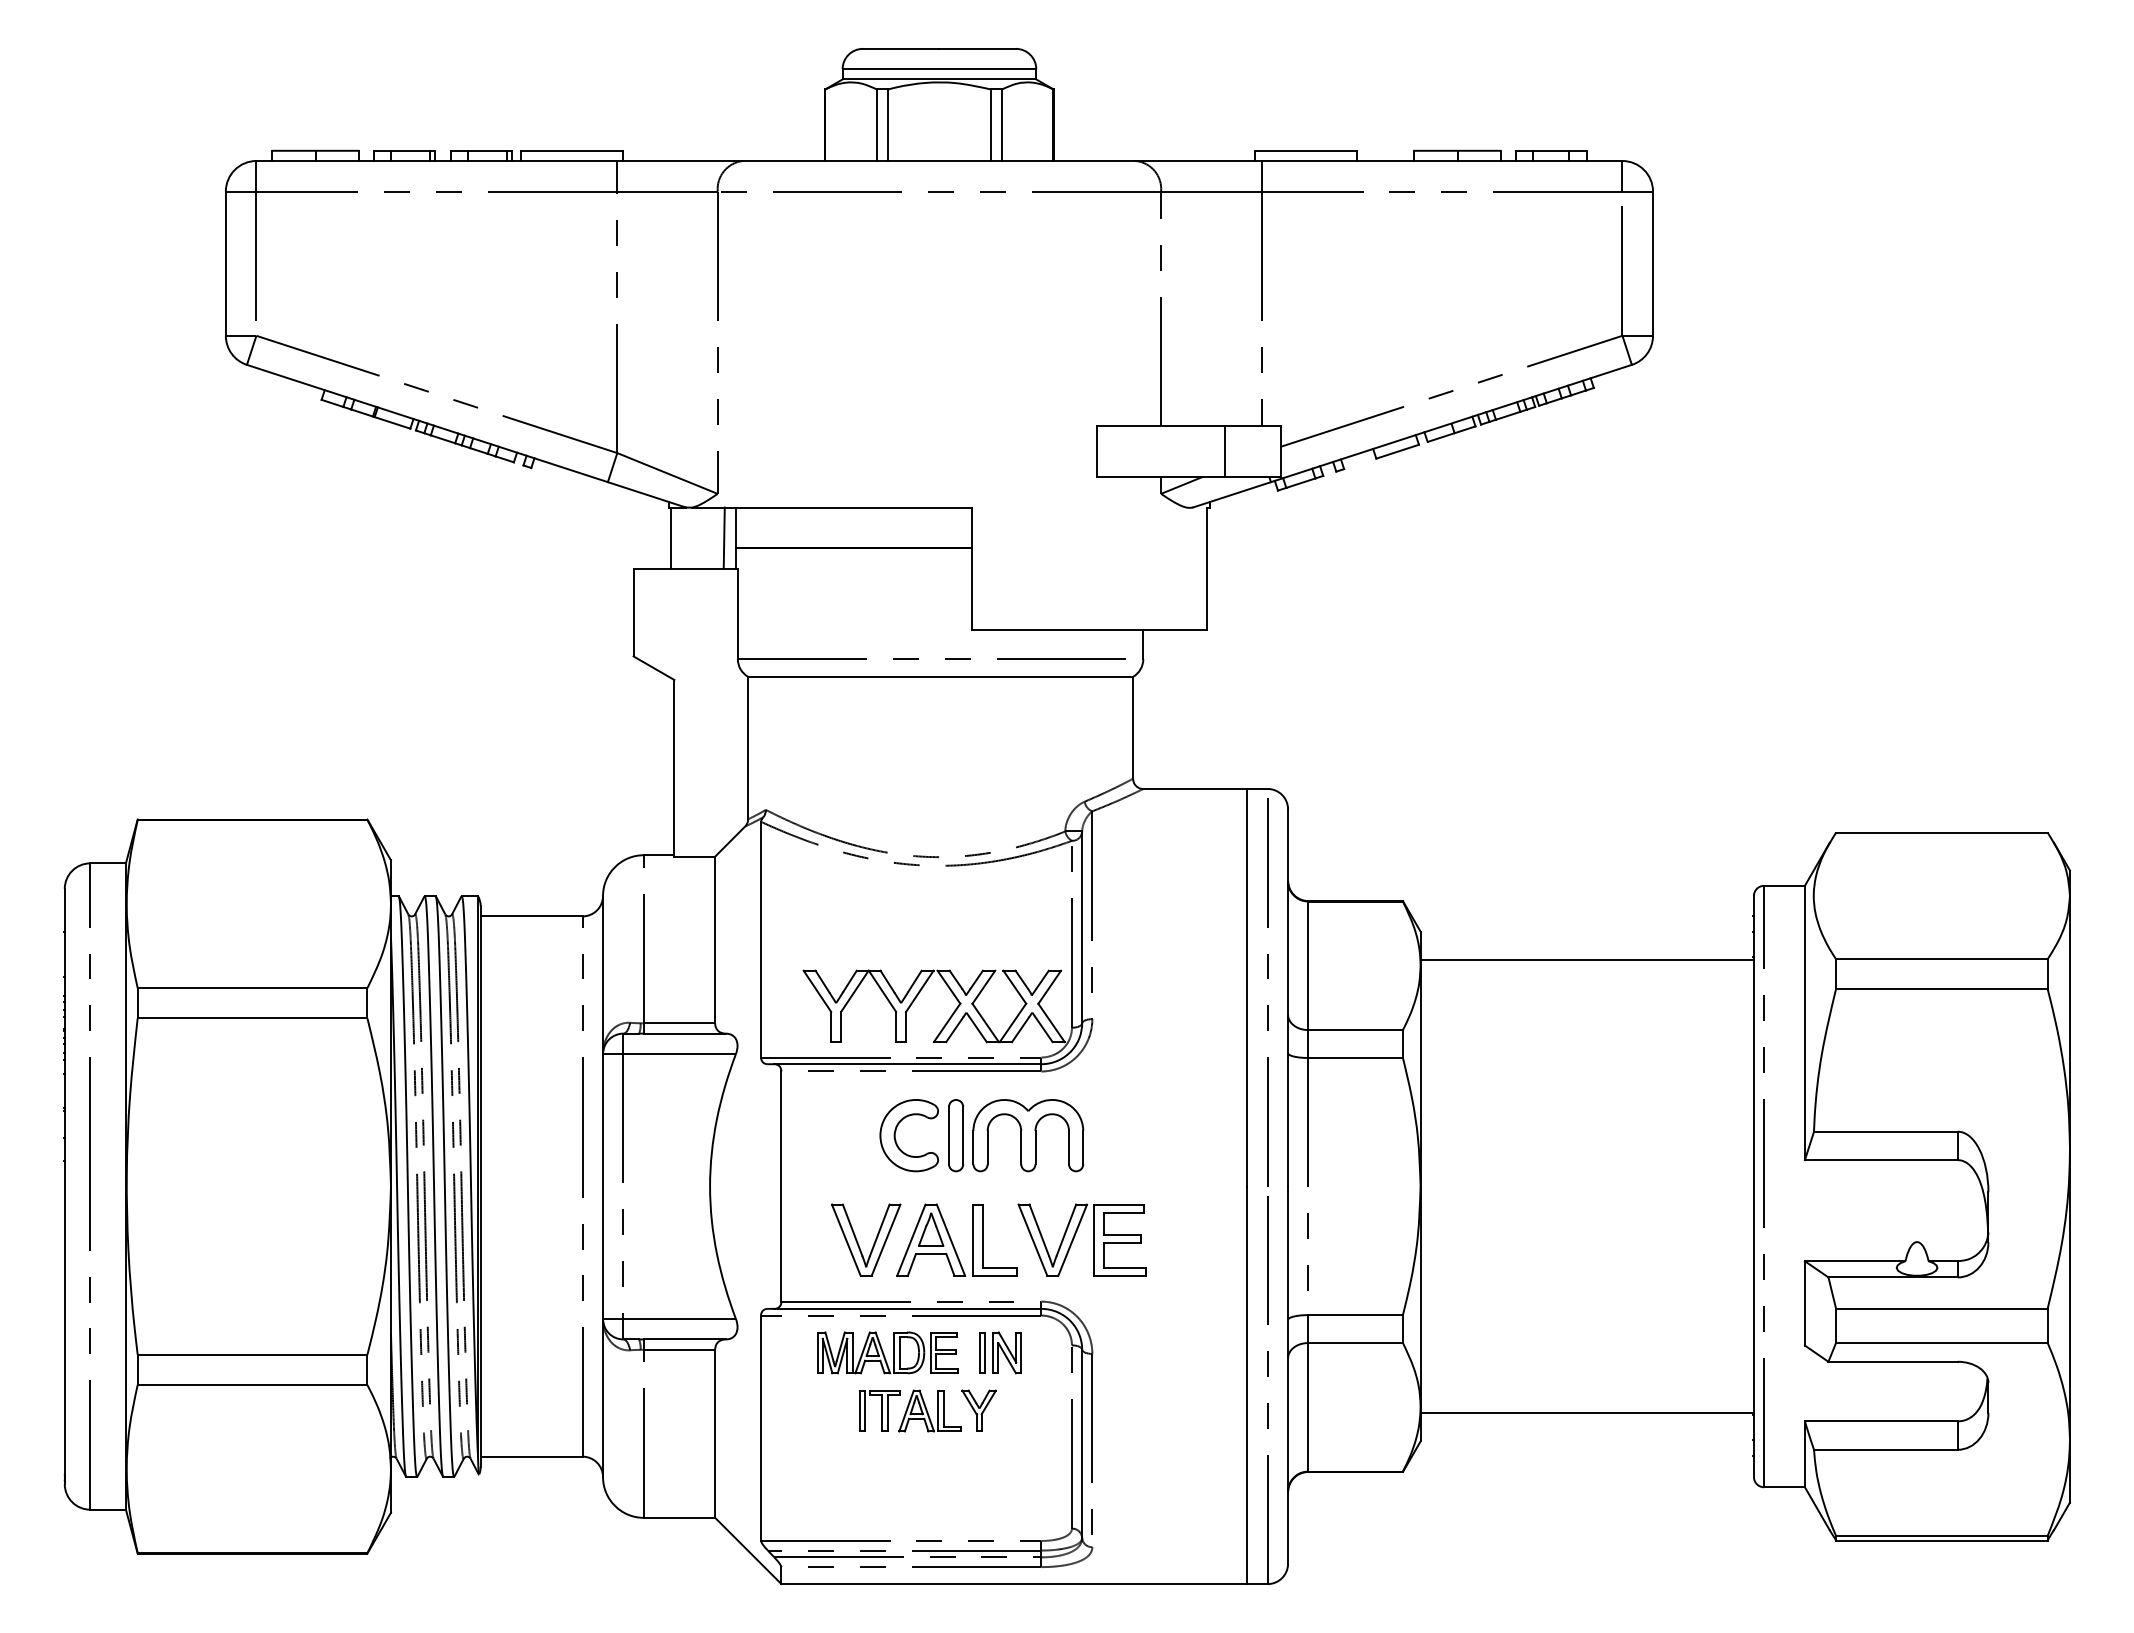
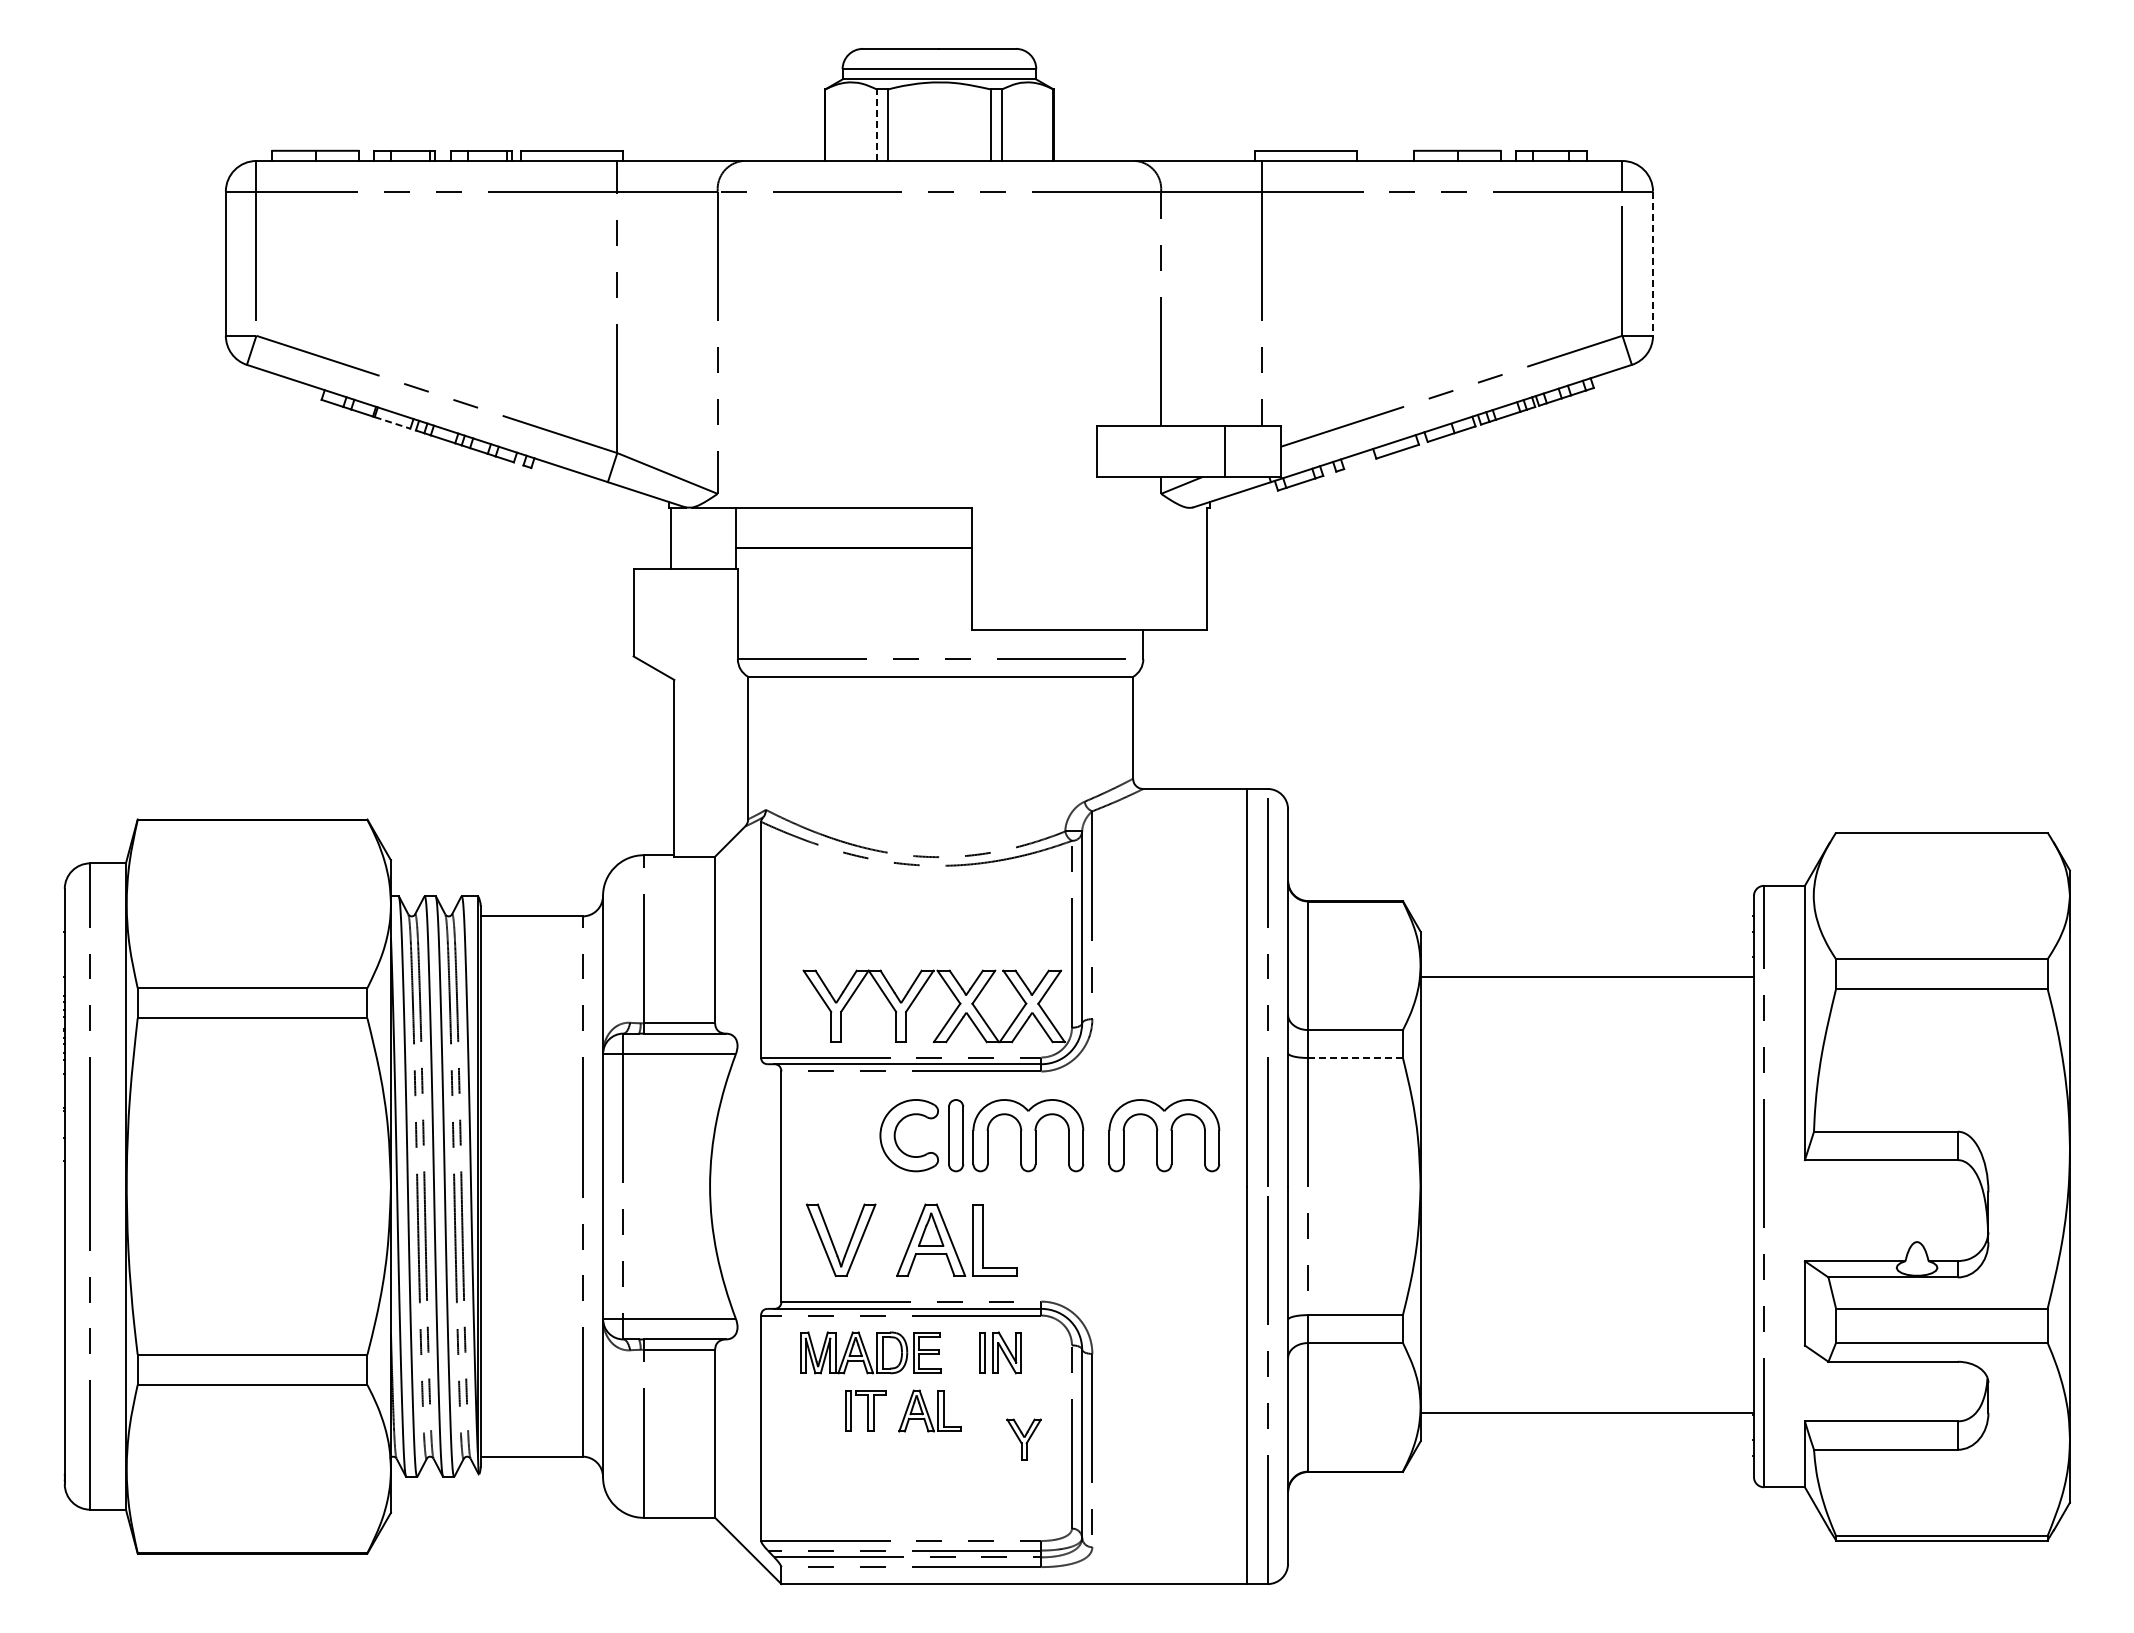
line at (876, 125): solid -> dashed
line at (1653, 264): solid -> dashed
line at (392, 422): solid -> dashed
line at (723, 537): present -> none
line at (1586, 960) position: (1586, 960) -> (1586, 977)
line at (1355, 1058): solid -> dashed
part at (1164, 1135): none -> present
part at (1075, 1236): present -> none
part at (874, 1240) position: (874, 1240) -> (849, 1240)
part at (887, 1352) position: (887, 1352) -> (870, 1352)
part at (879, 1410) position: (879, 1410) -> (865, 1410)
part at (978, 1410) position: (978, 1410) -> (1023, 1439)
